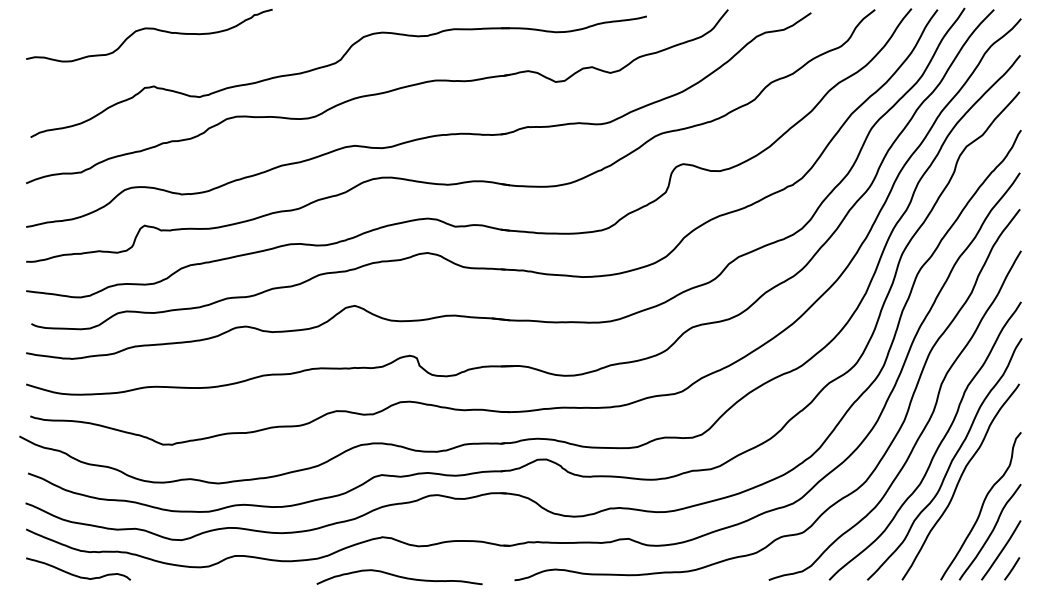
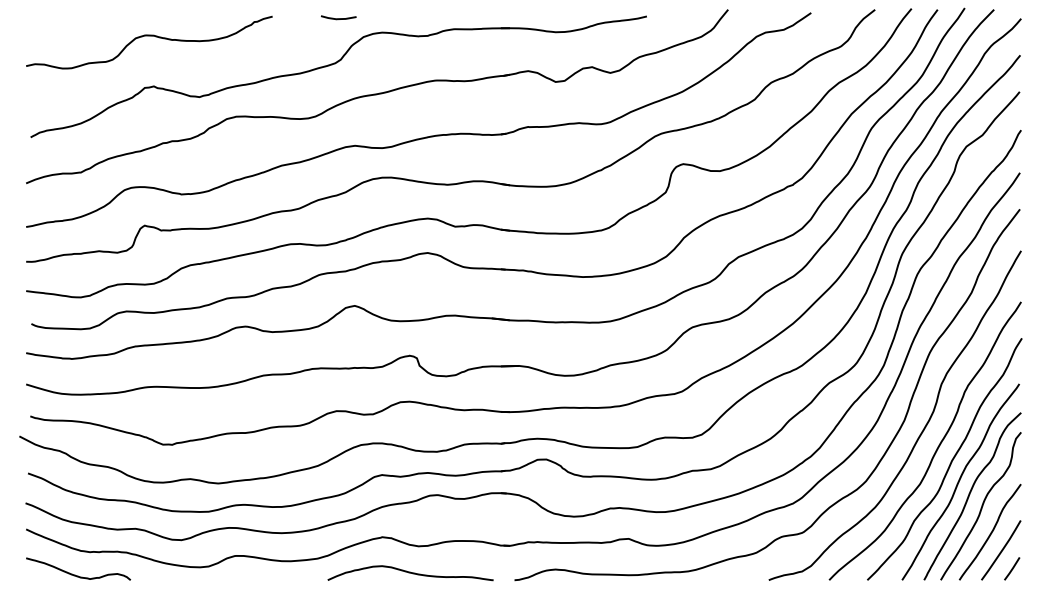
curve at (338, 18): none -> present
curve at (149, 29) position: (149, 29) -> (149, 36)
curve at (970, 494): none -> present
curve at (399, 577) position: (399, 577) -> (410, 573)
